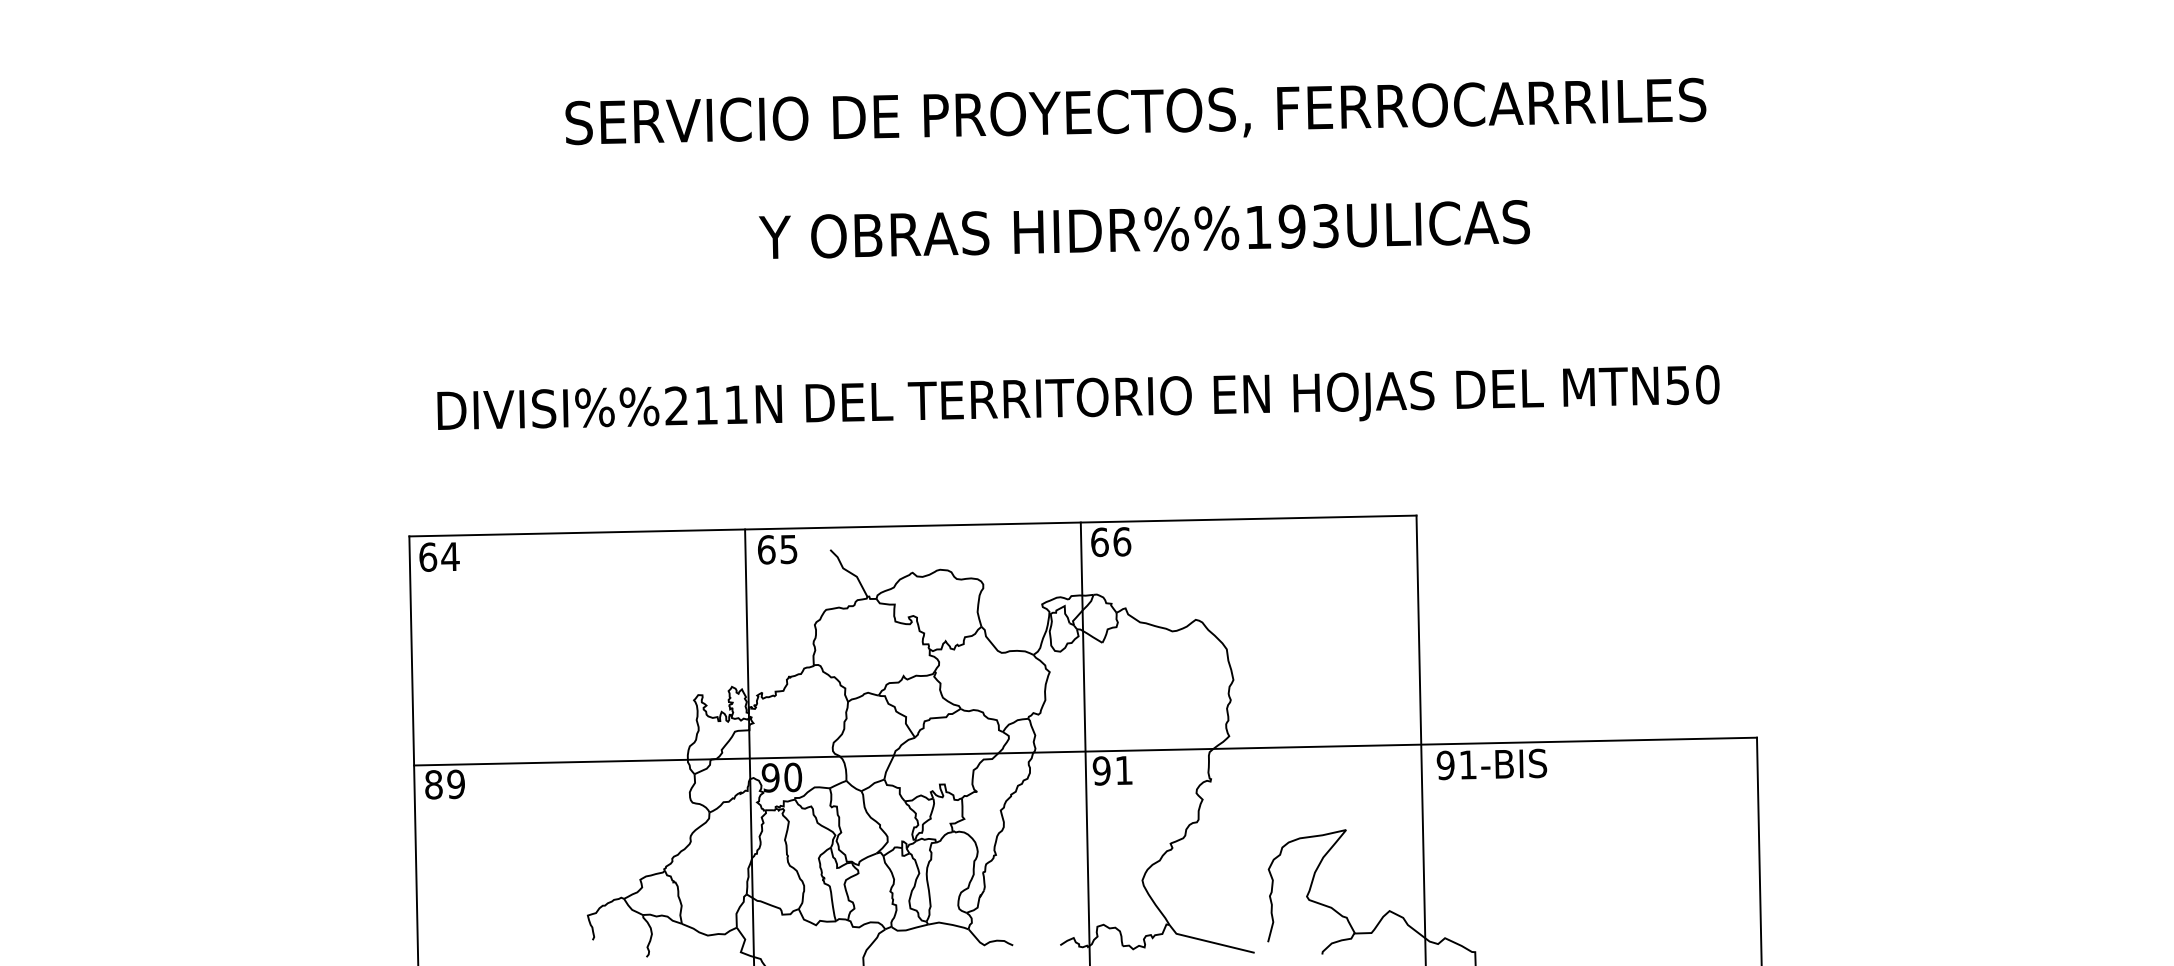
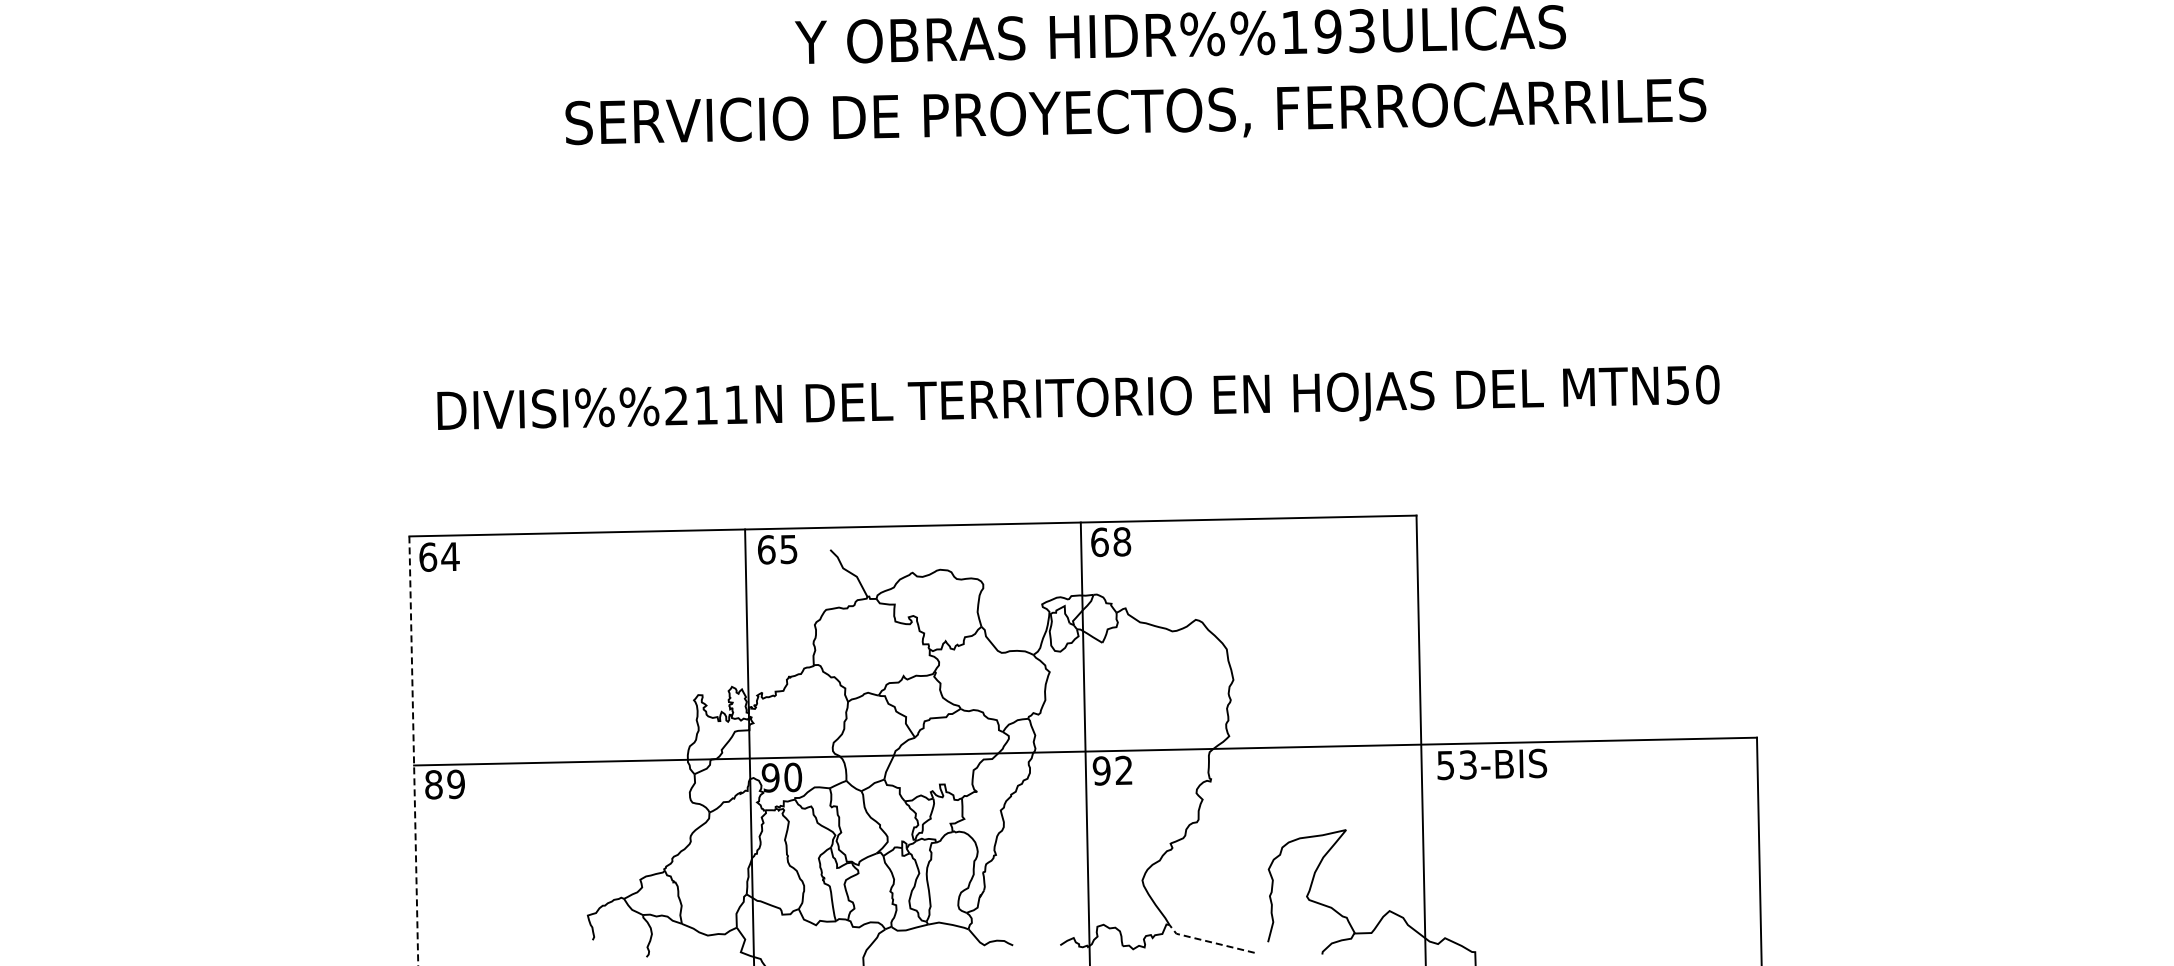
text at (1144, 229) position: (1144, 229) -> (1180, 34)
text at (1122, 541): 66 -> 68
line at (413, 751): solid -> dashed
text at (1456, 764): 91-BIS -> 53-BIS
text at (1123, 769): 91 -> 92
line at (1209, 941): solid -> dashed
